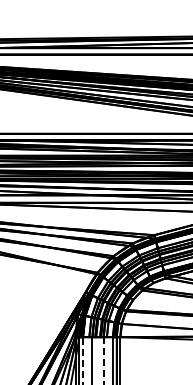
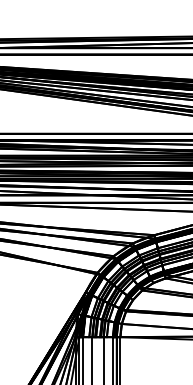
line at (83, 360): dashed -> solid
line at (103, 361): dashed -> solid
